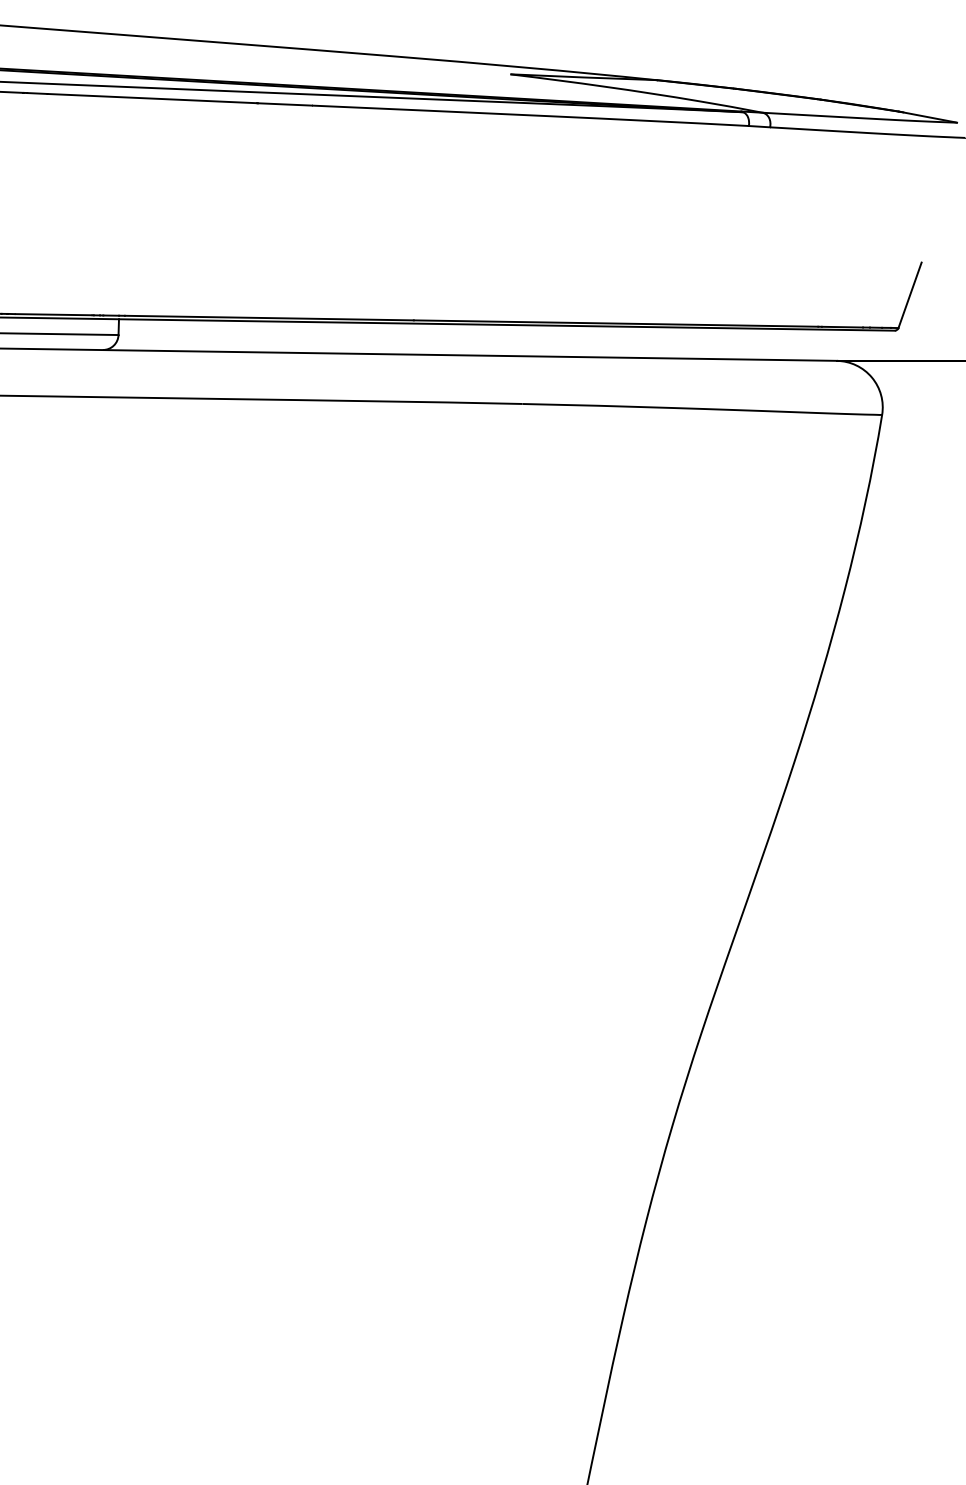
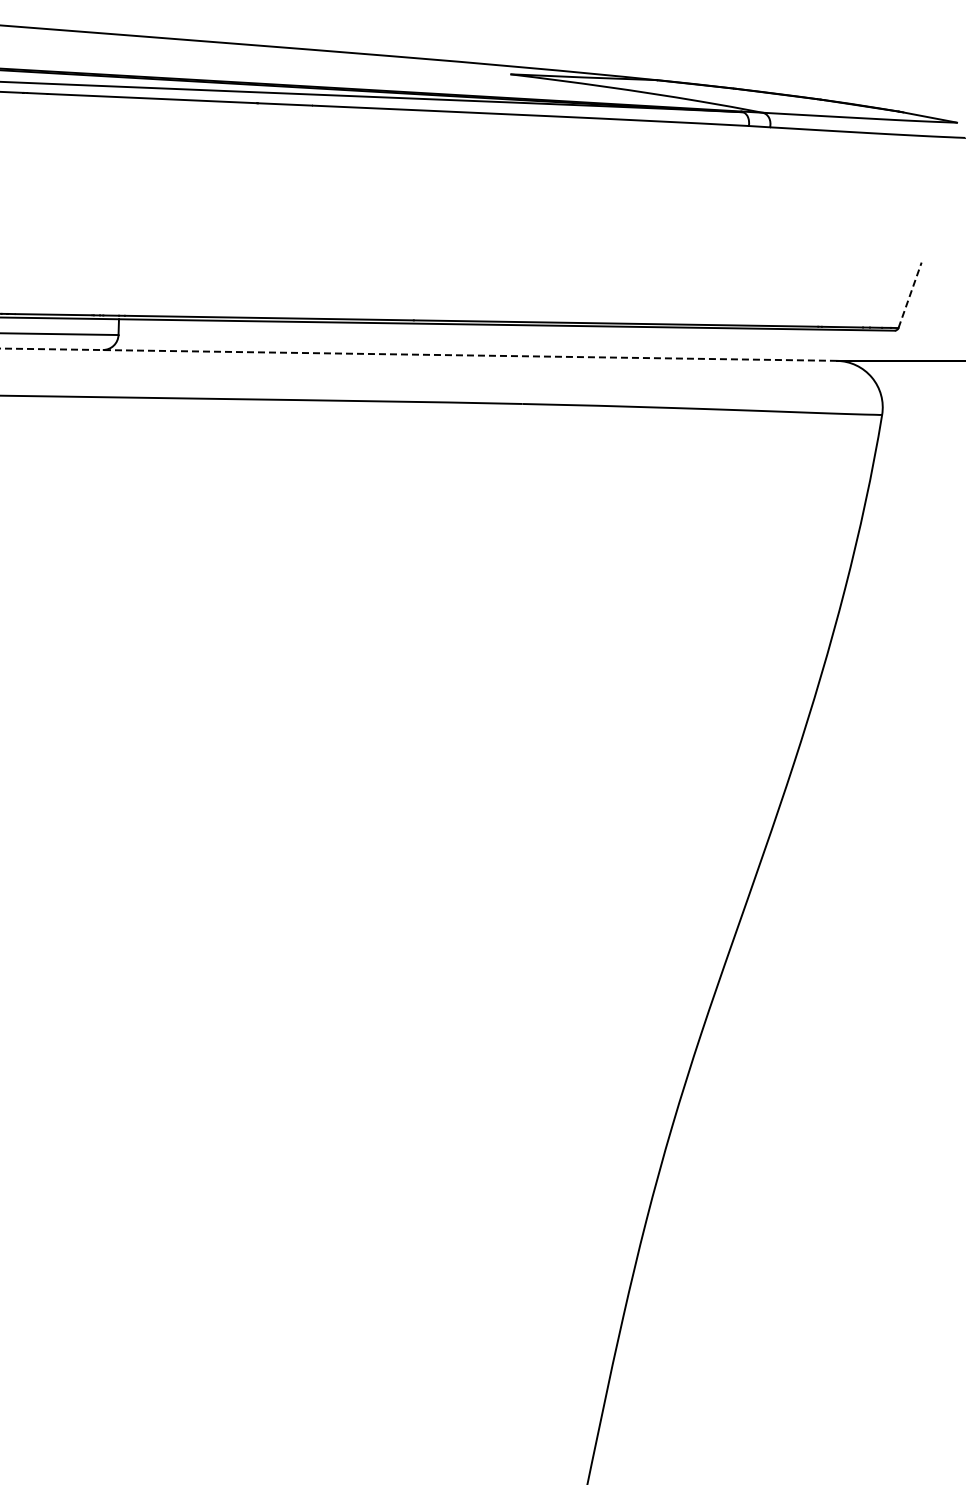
line at (910, 295): solid -> dashed
line at (418, 354): solid -> dashed
